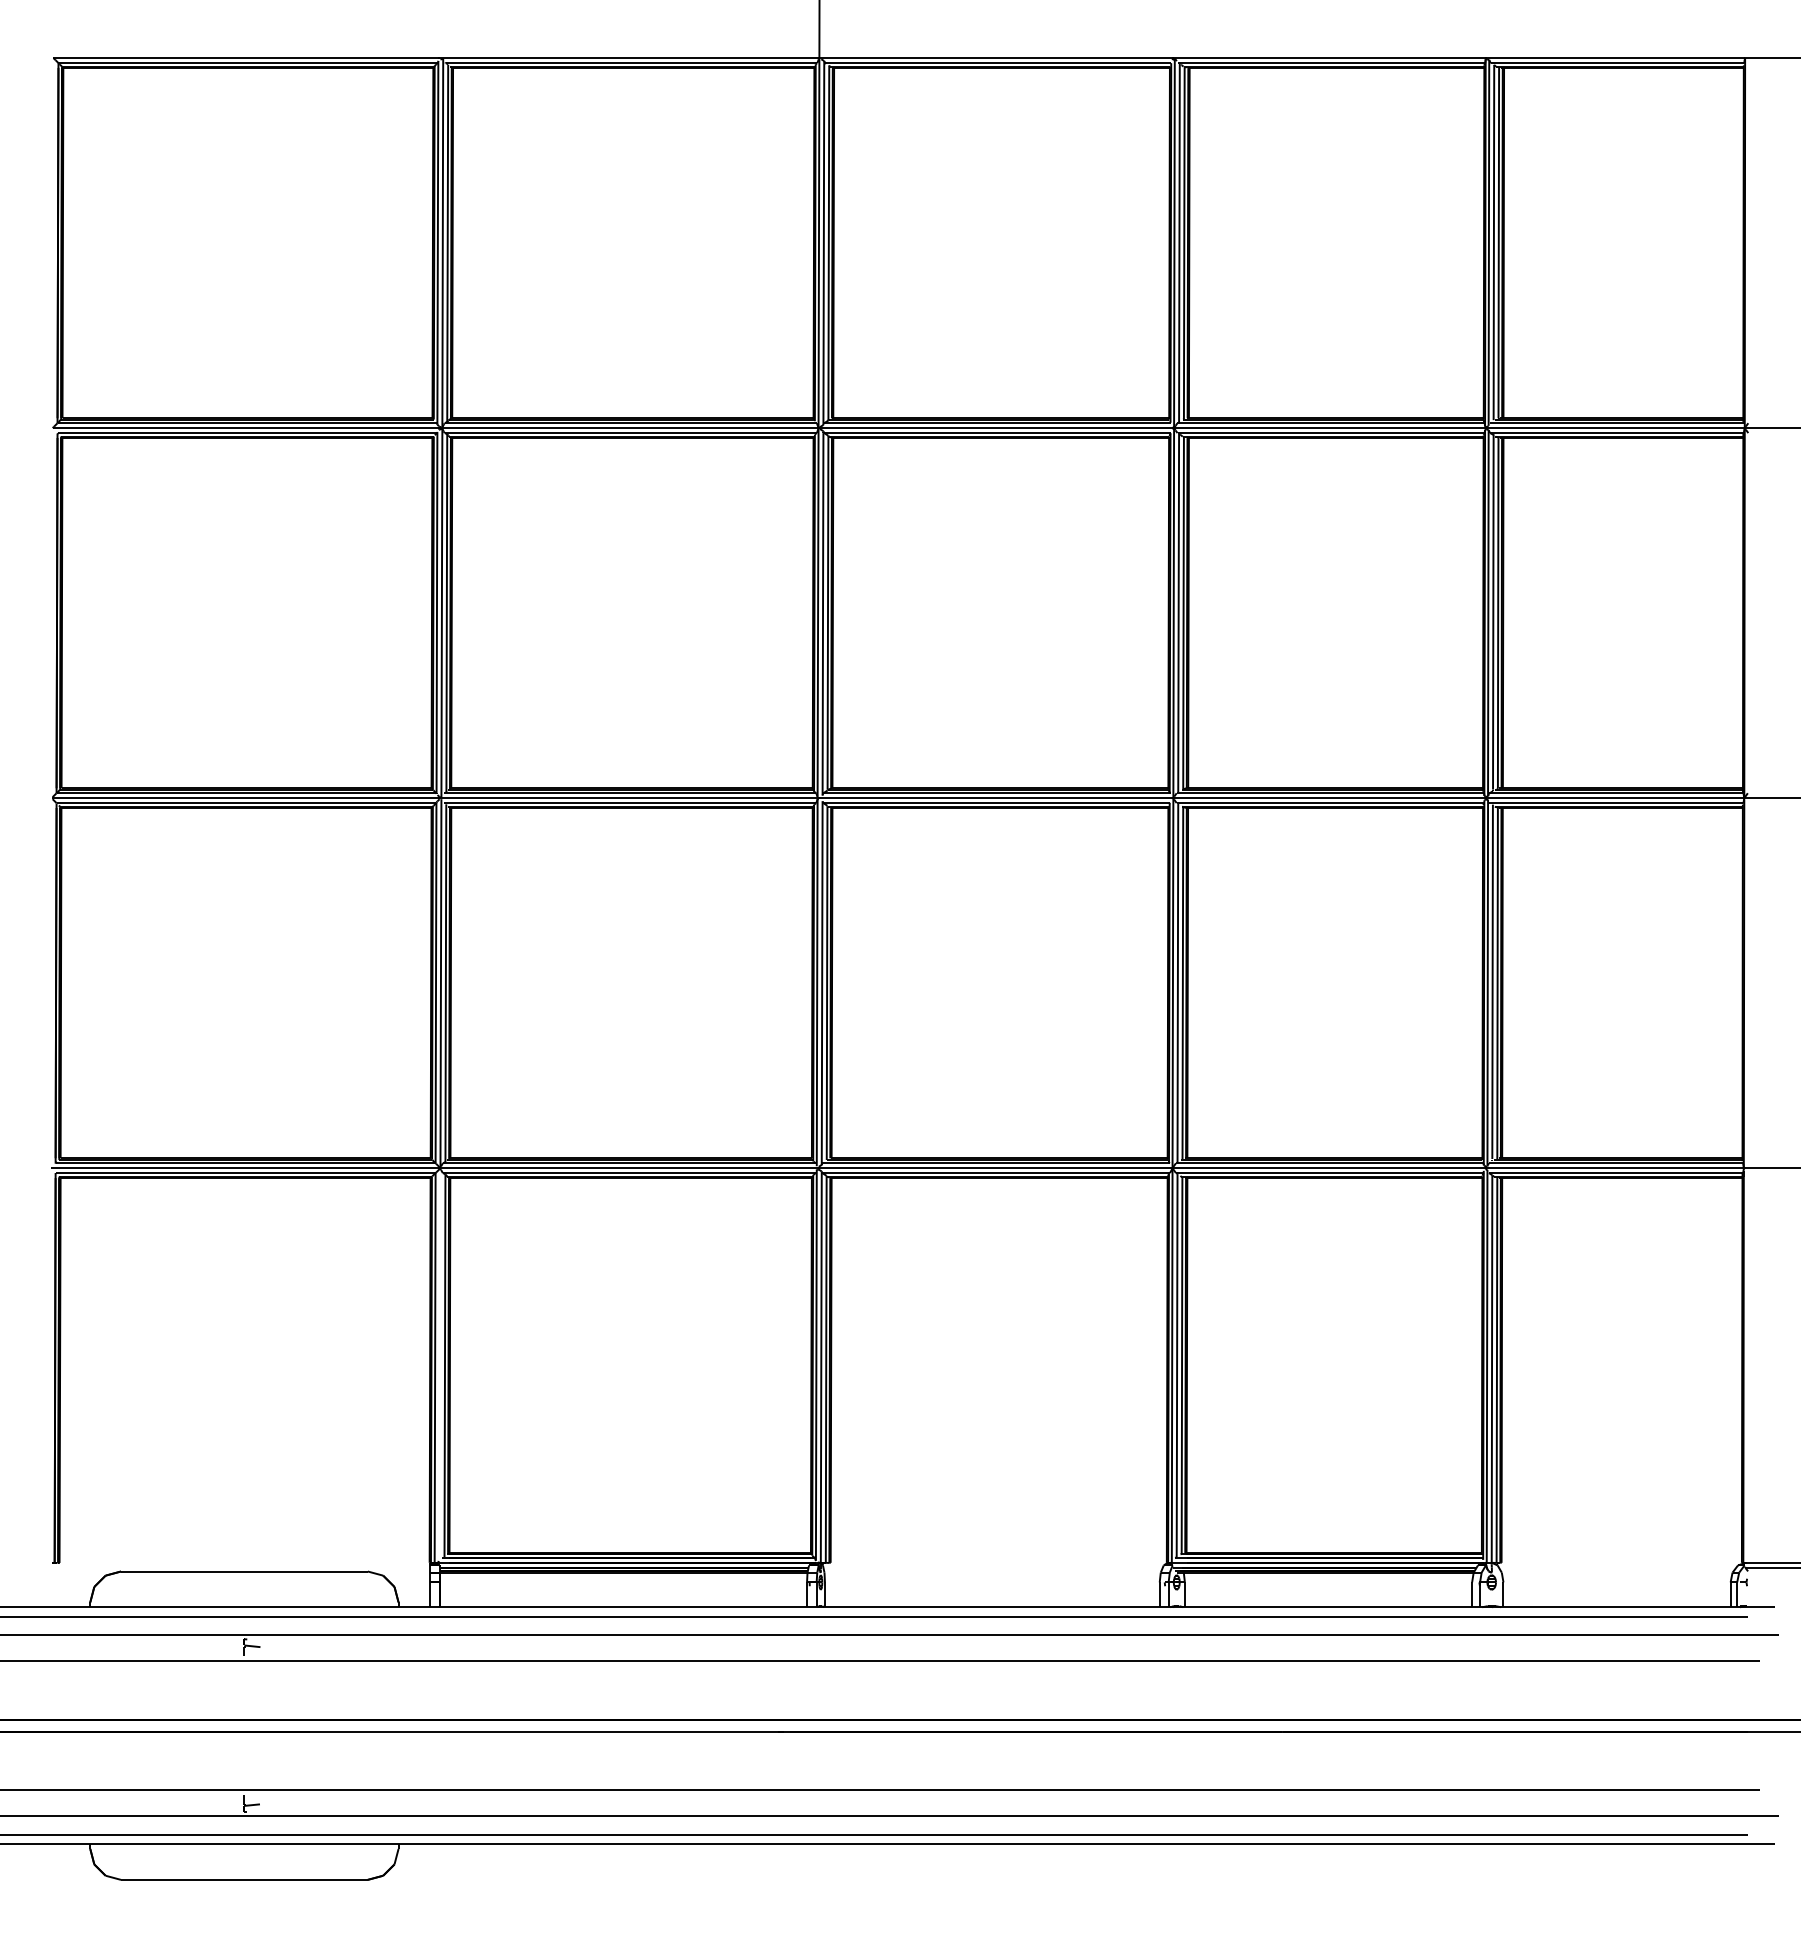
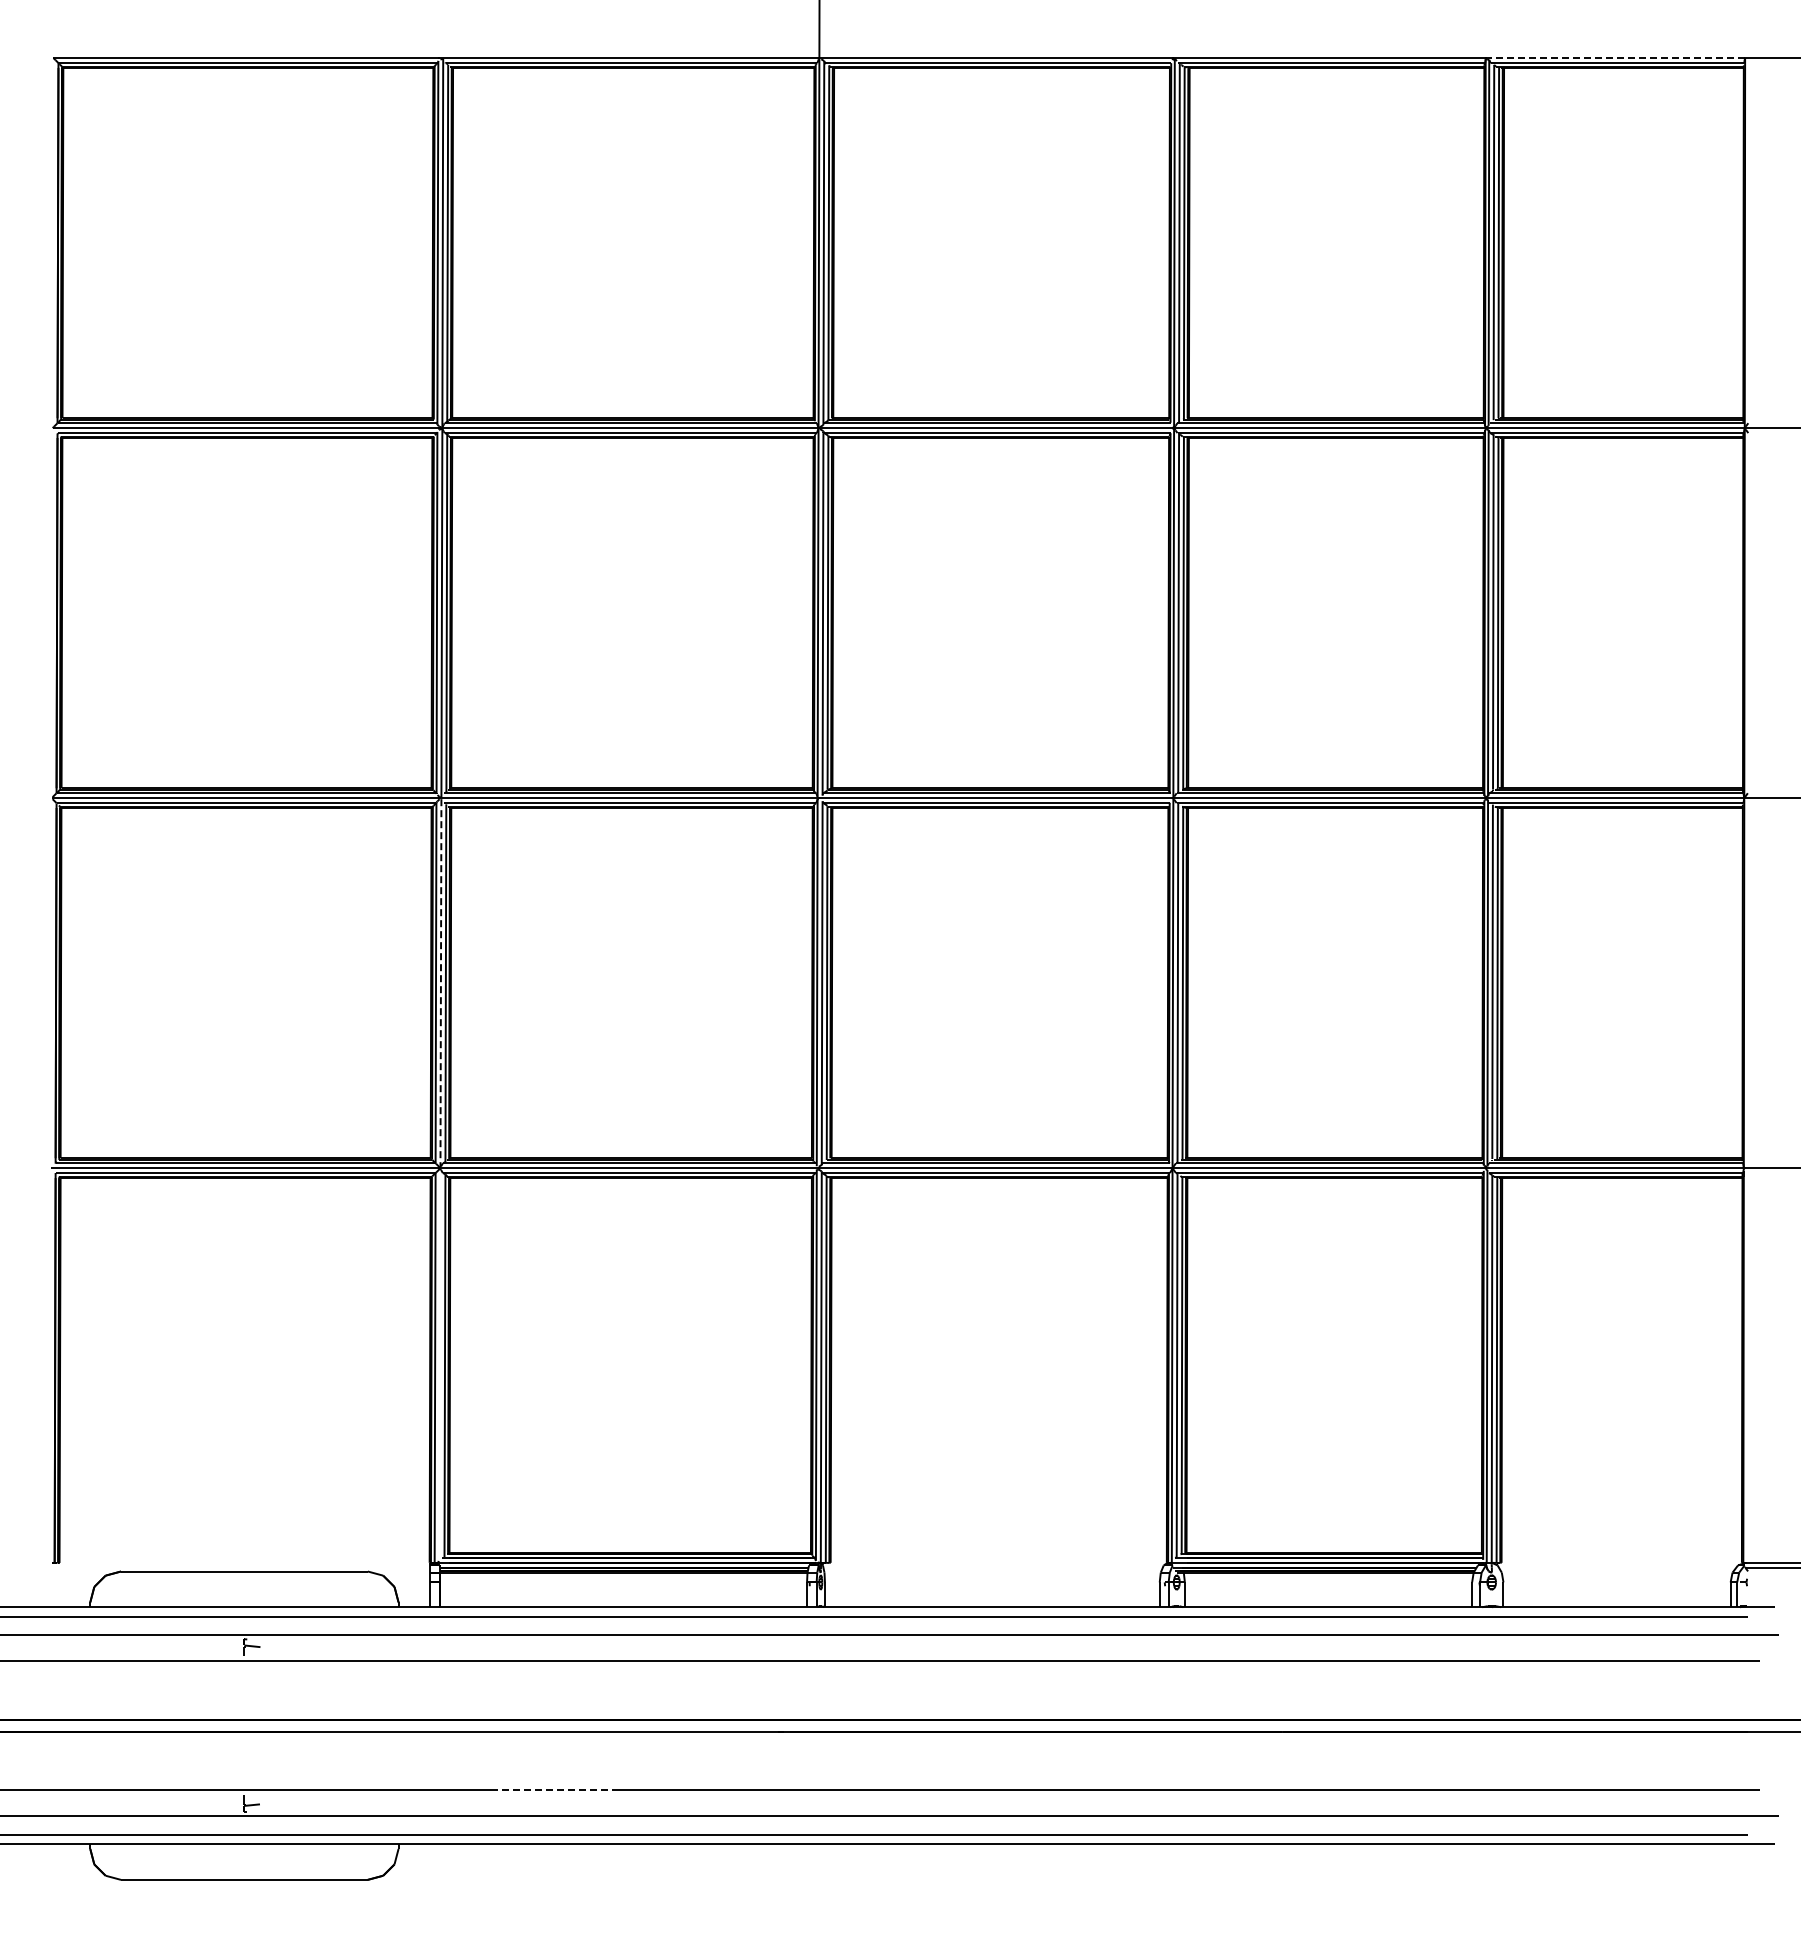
line at (1614, 58): solid -> dashed
line at (440, 983): solid -> dashed
line at (551, 1790): solid -> dashed
